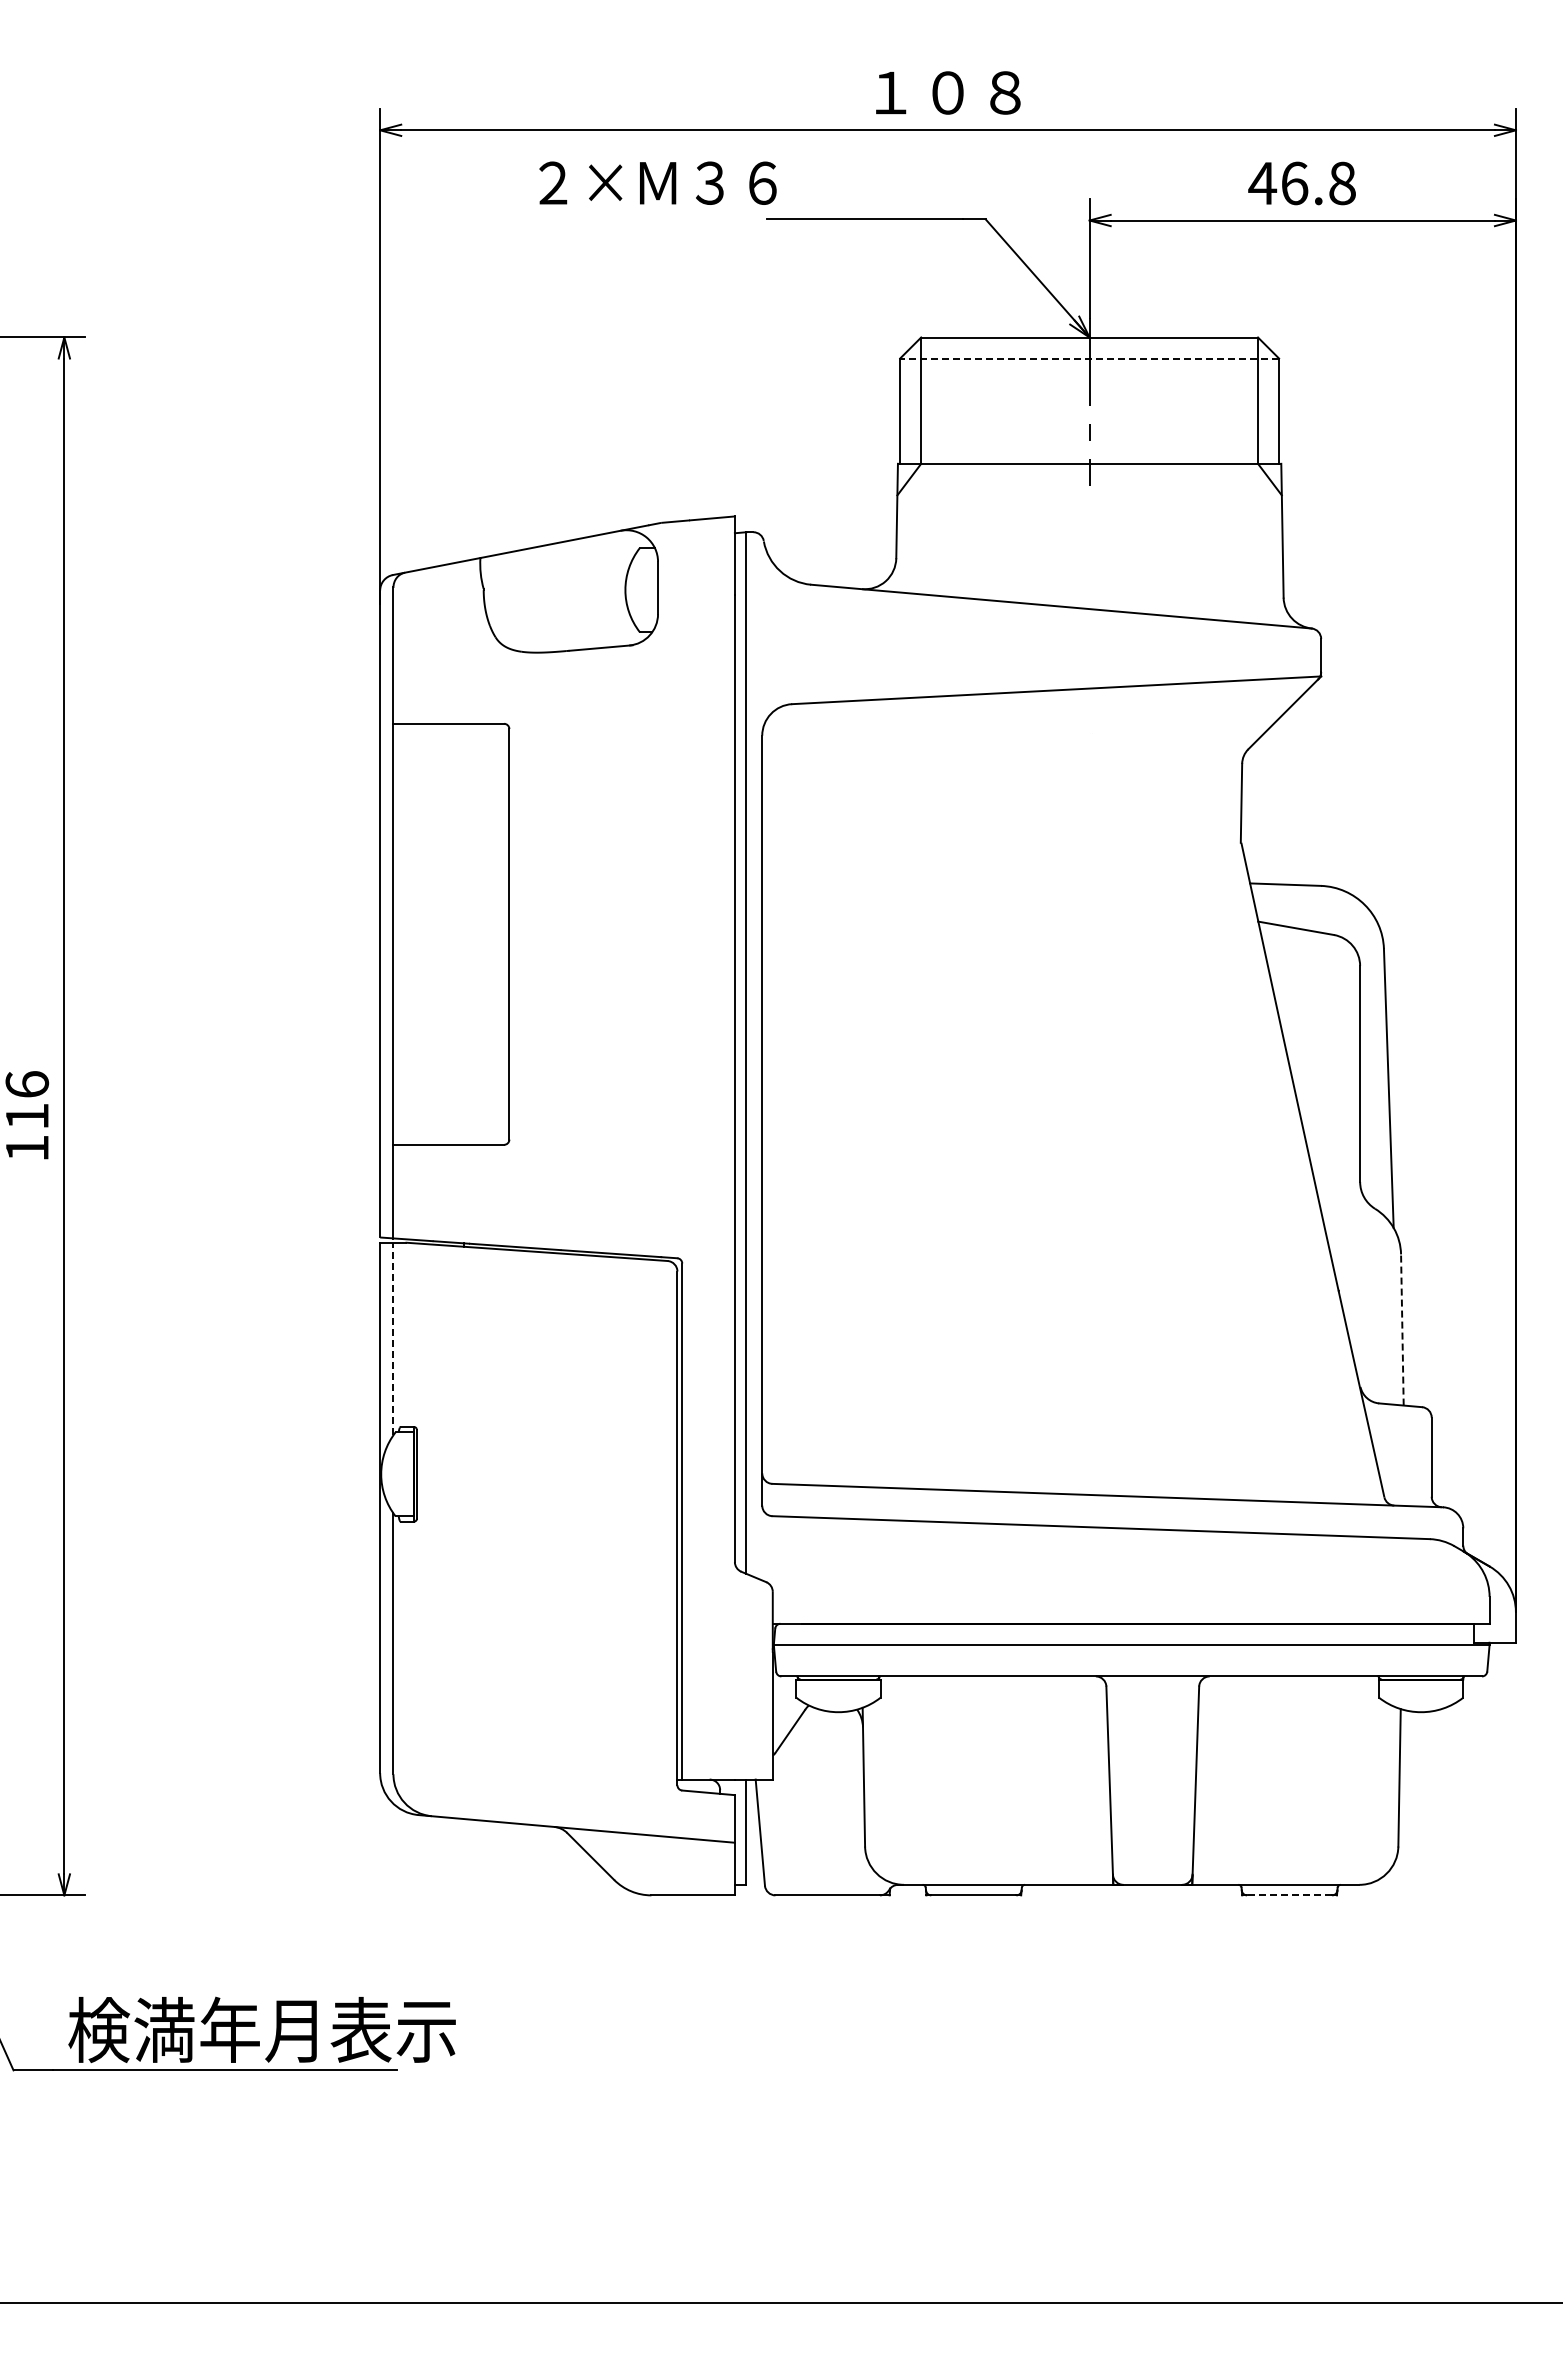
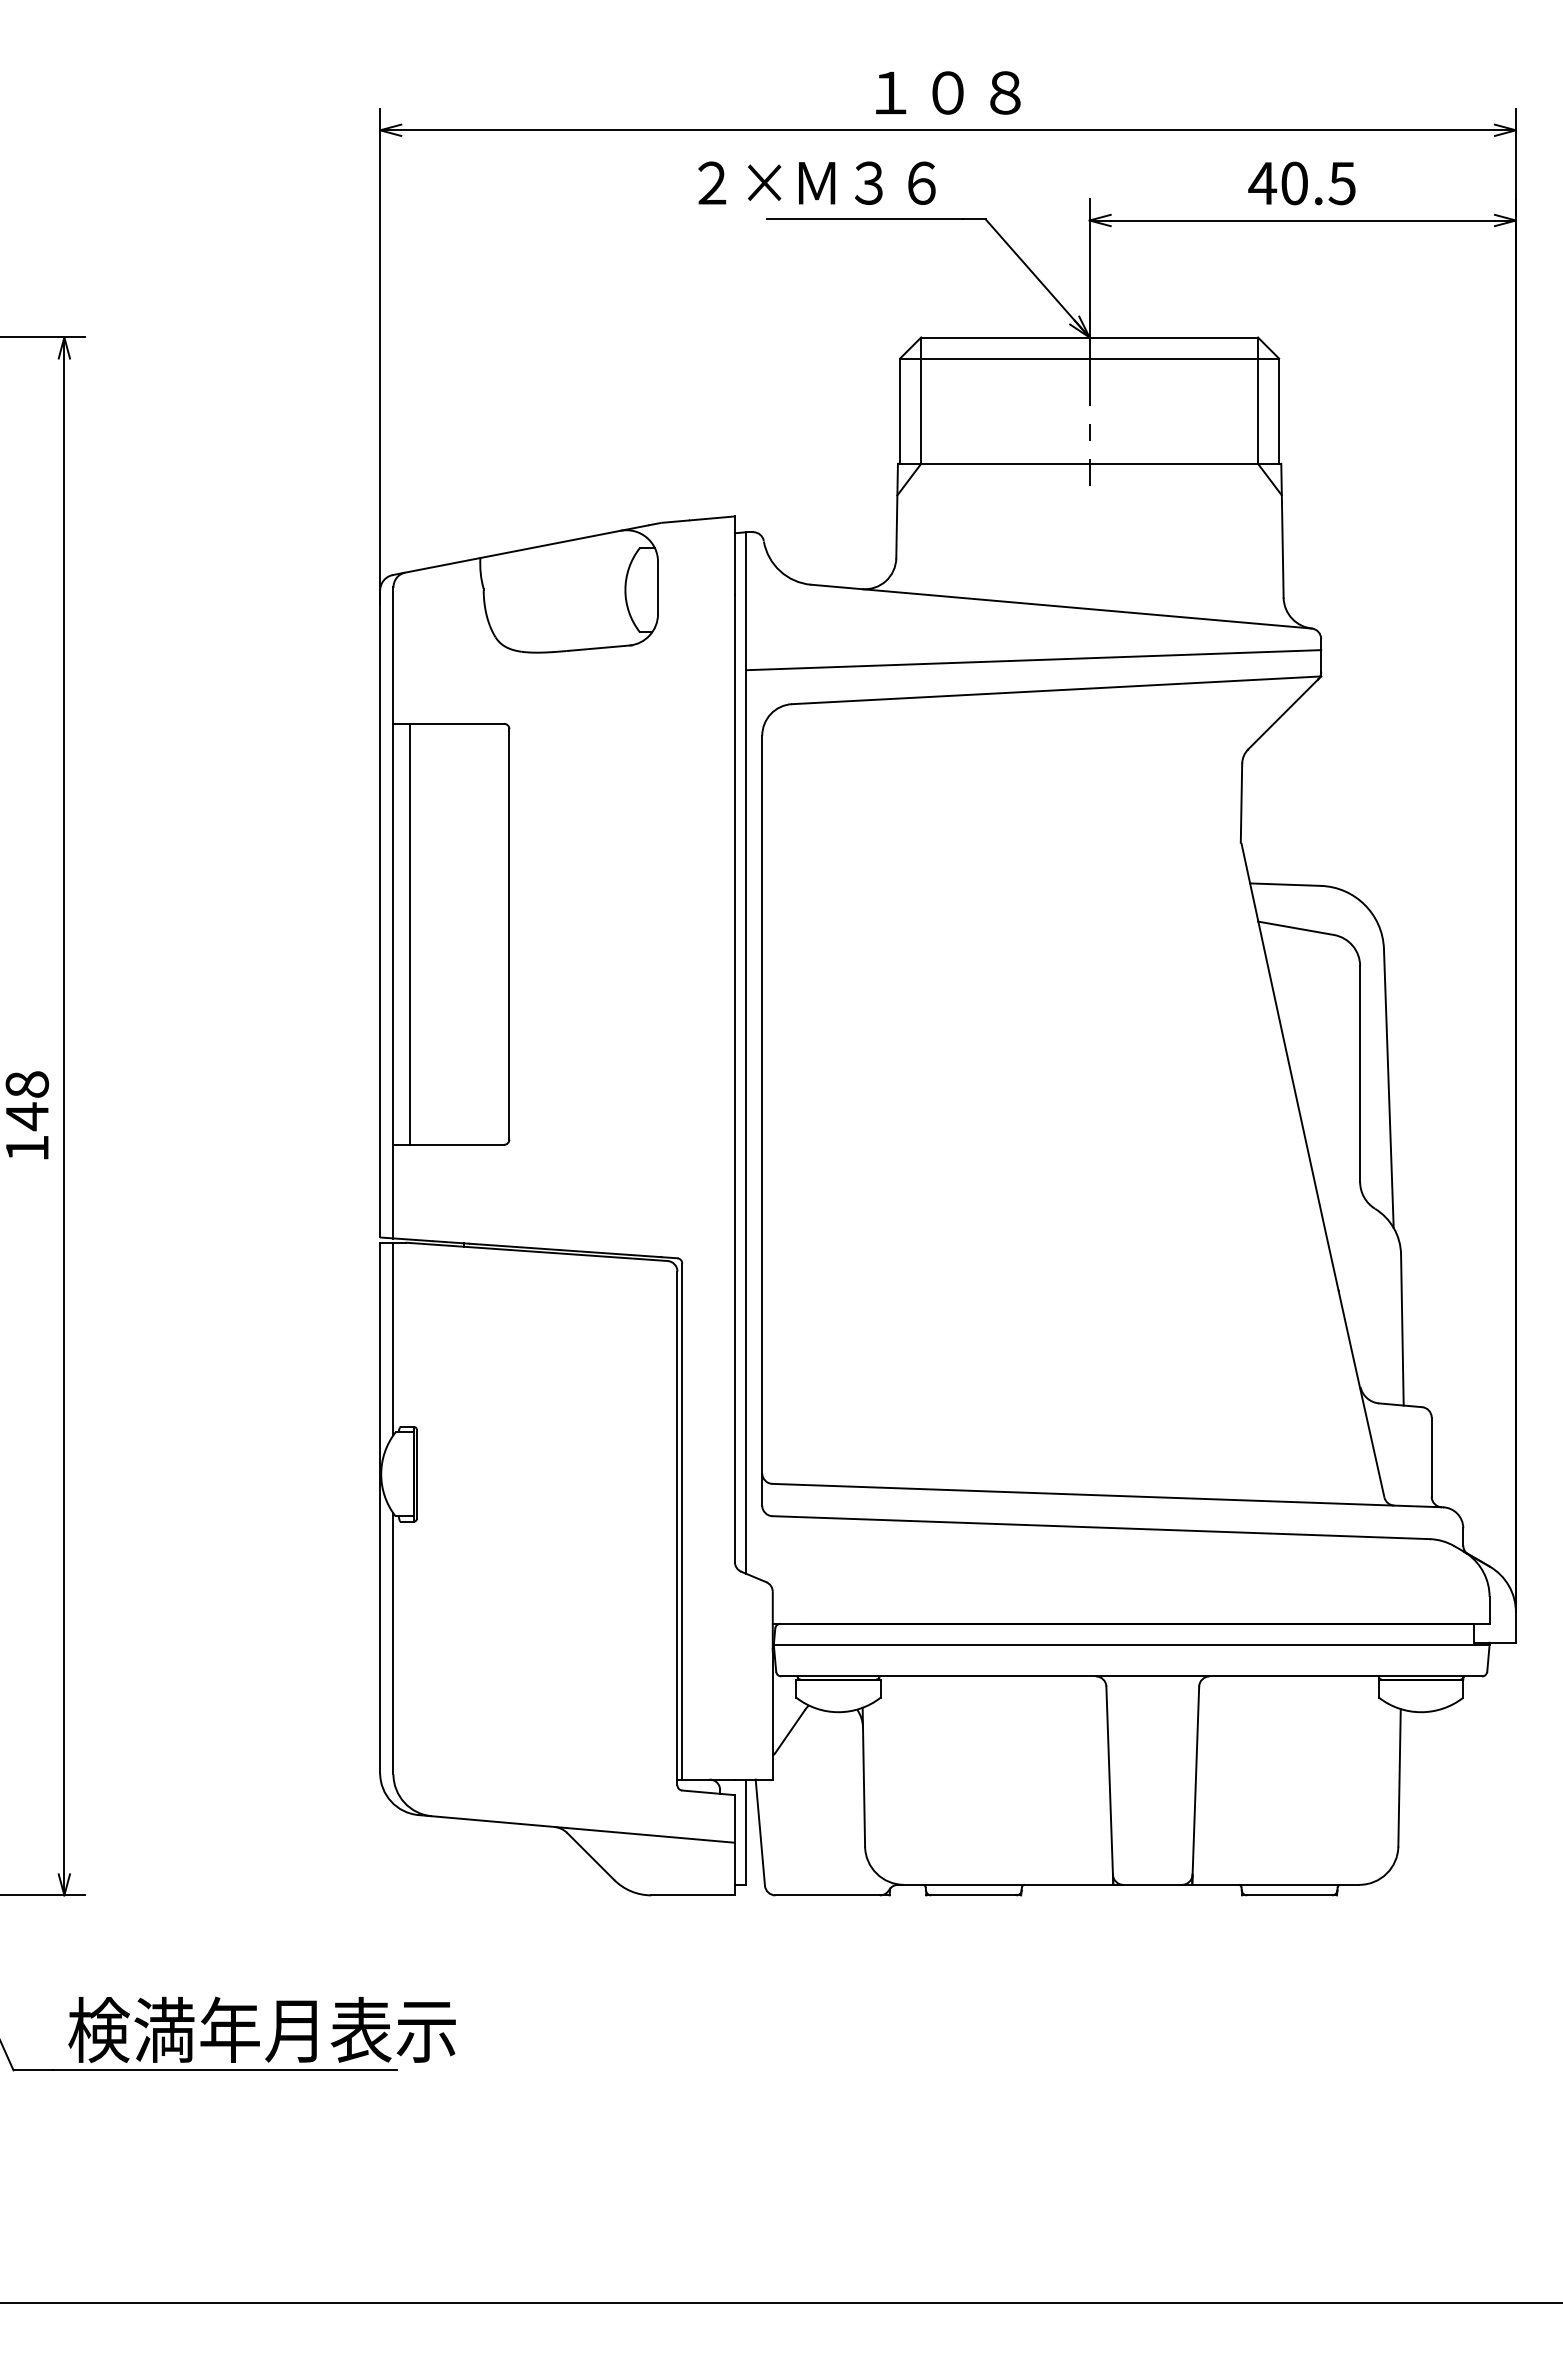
text at (657, 182) position: (657, 182) -> (816, 182)
text at (1318, 183): 46.8 -> 40.5
line at (1089, 358): dashed -> solid
line at (1033, 660): none -> present
line at (409, 933): none -> present
text at (27, 1101): 116 -> 148
line at (1402, 1330): dashed -> solid
line at (393, 1338): dashed -> solid
line at (1289, 1895): dashed -> solid
